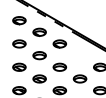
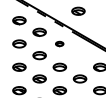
part at (78, 10): none -> present
part at (59, 43) size: 15x10 px -> 10x8 px
